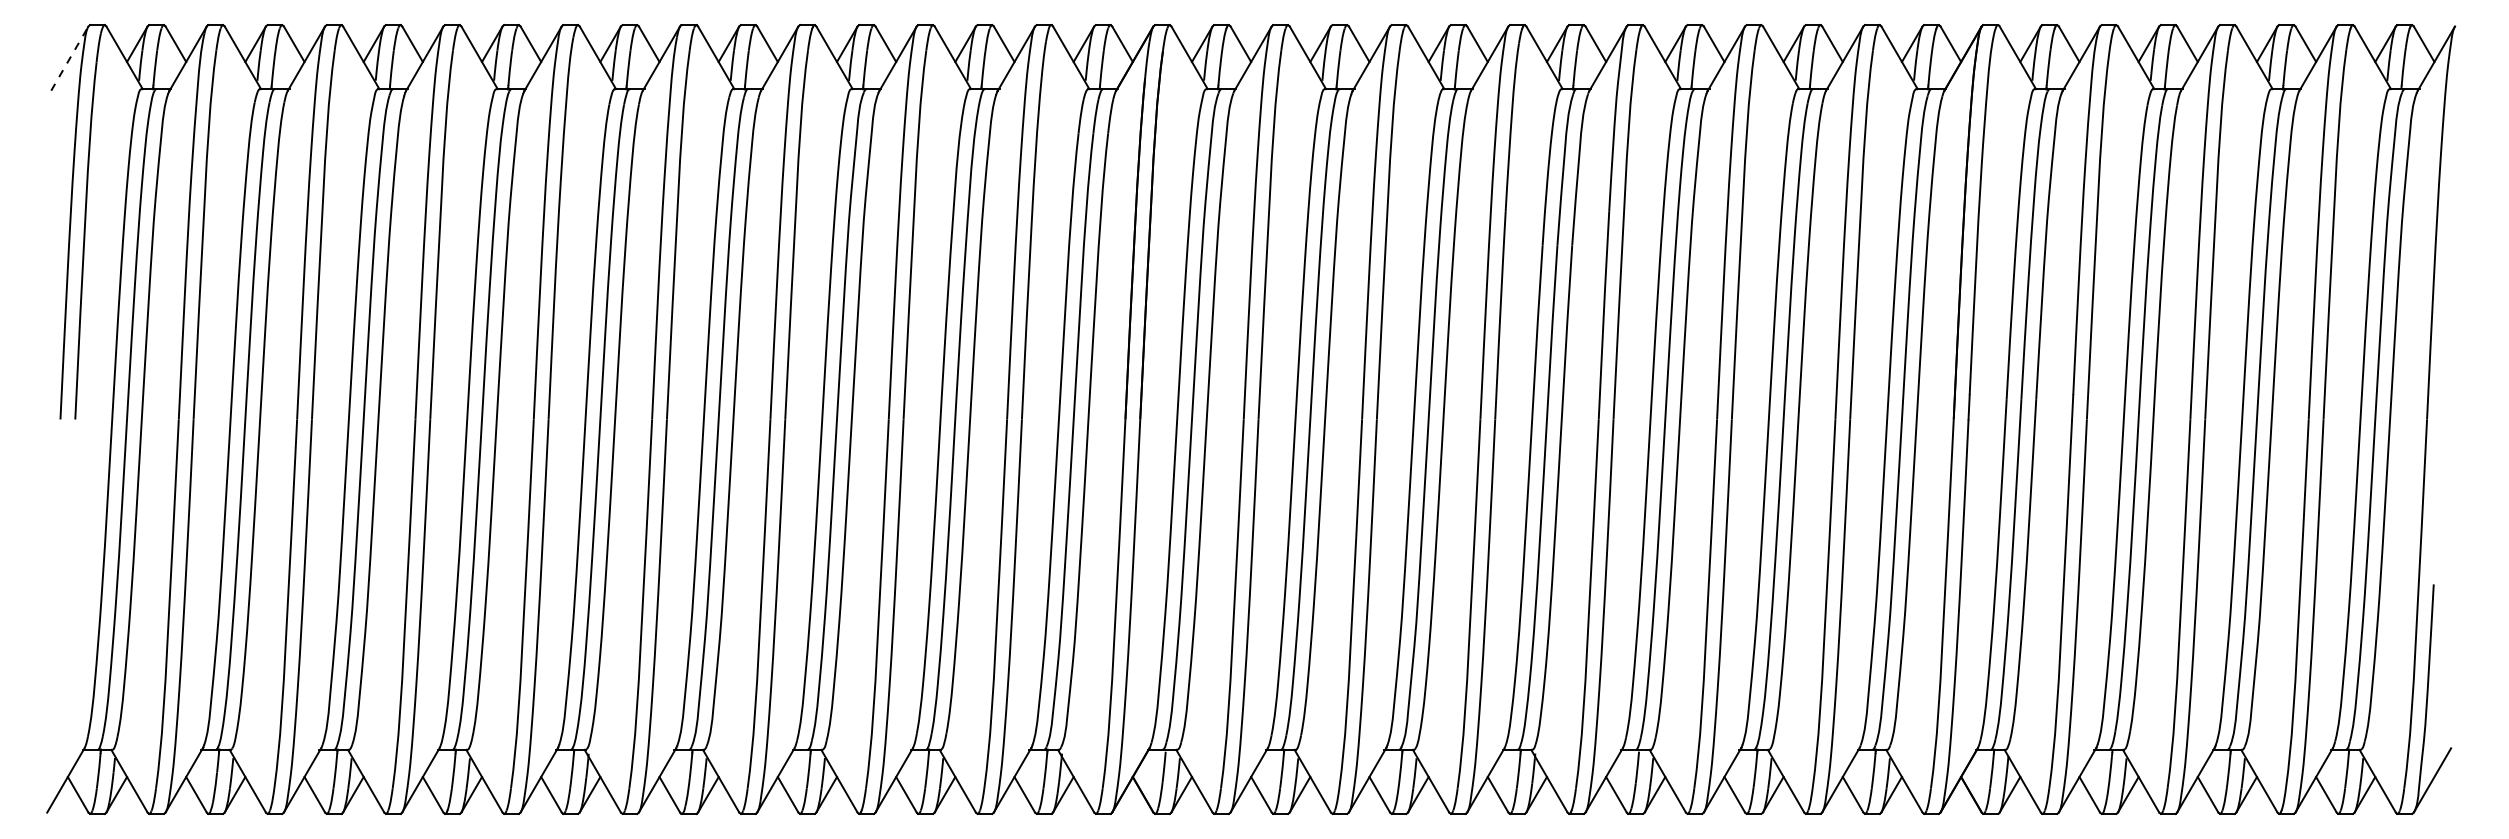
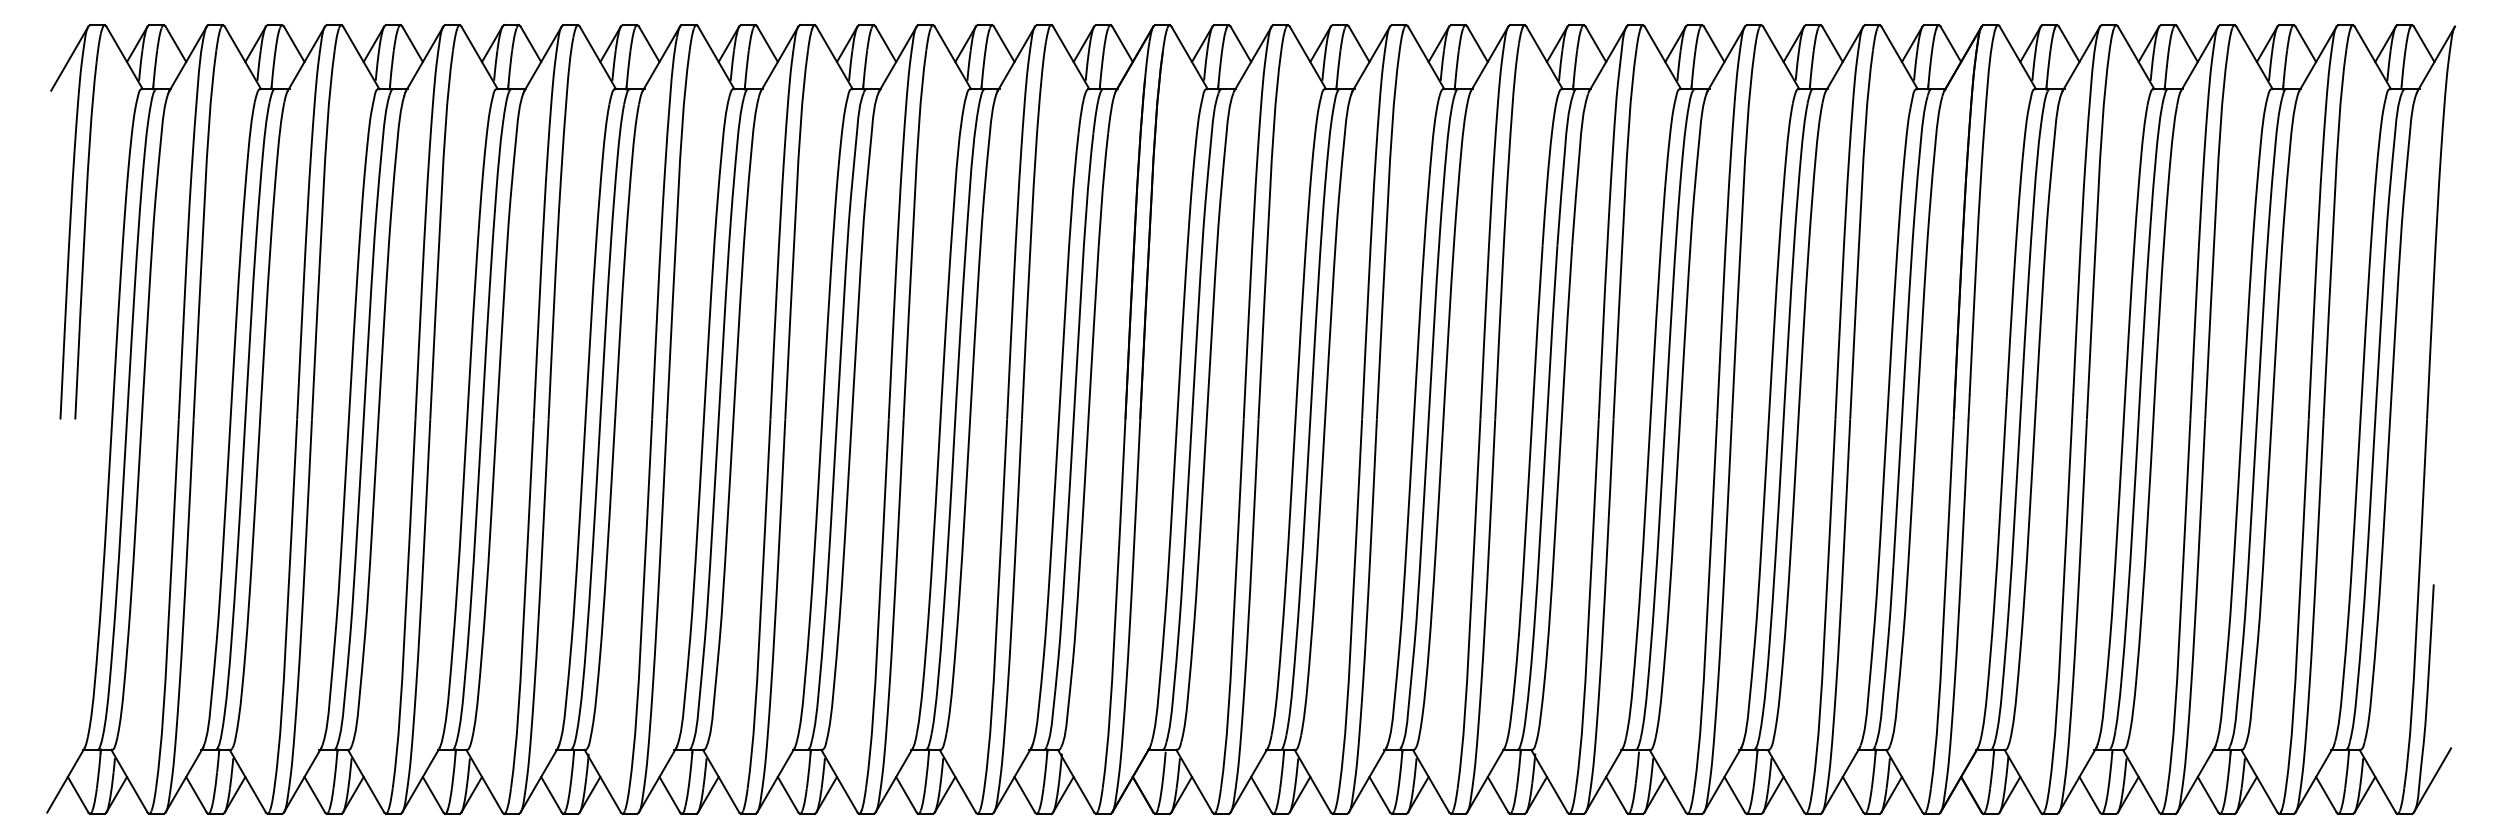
line at (70, 58): dashed -> solid
